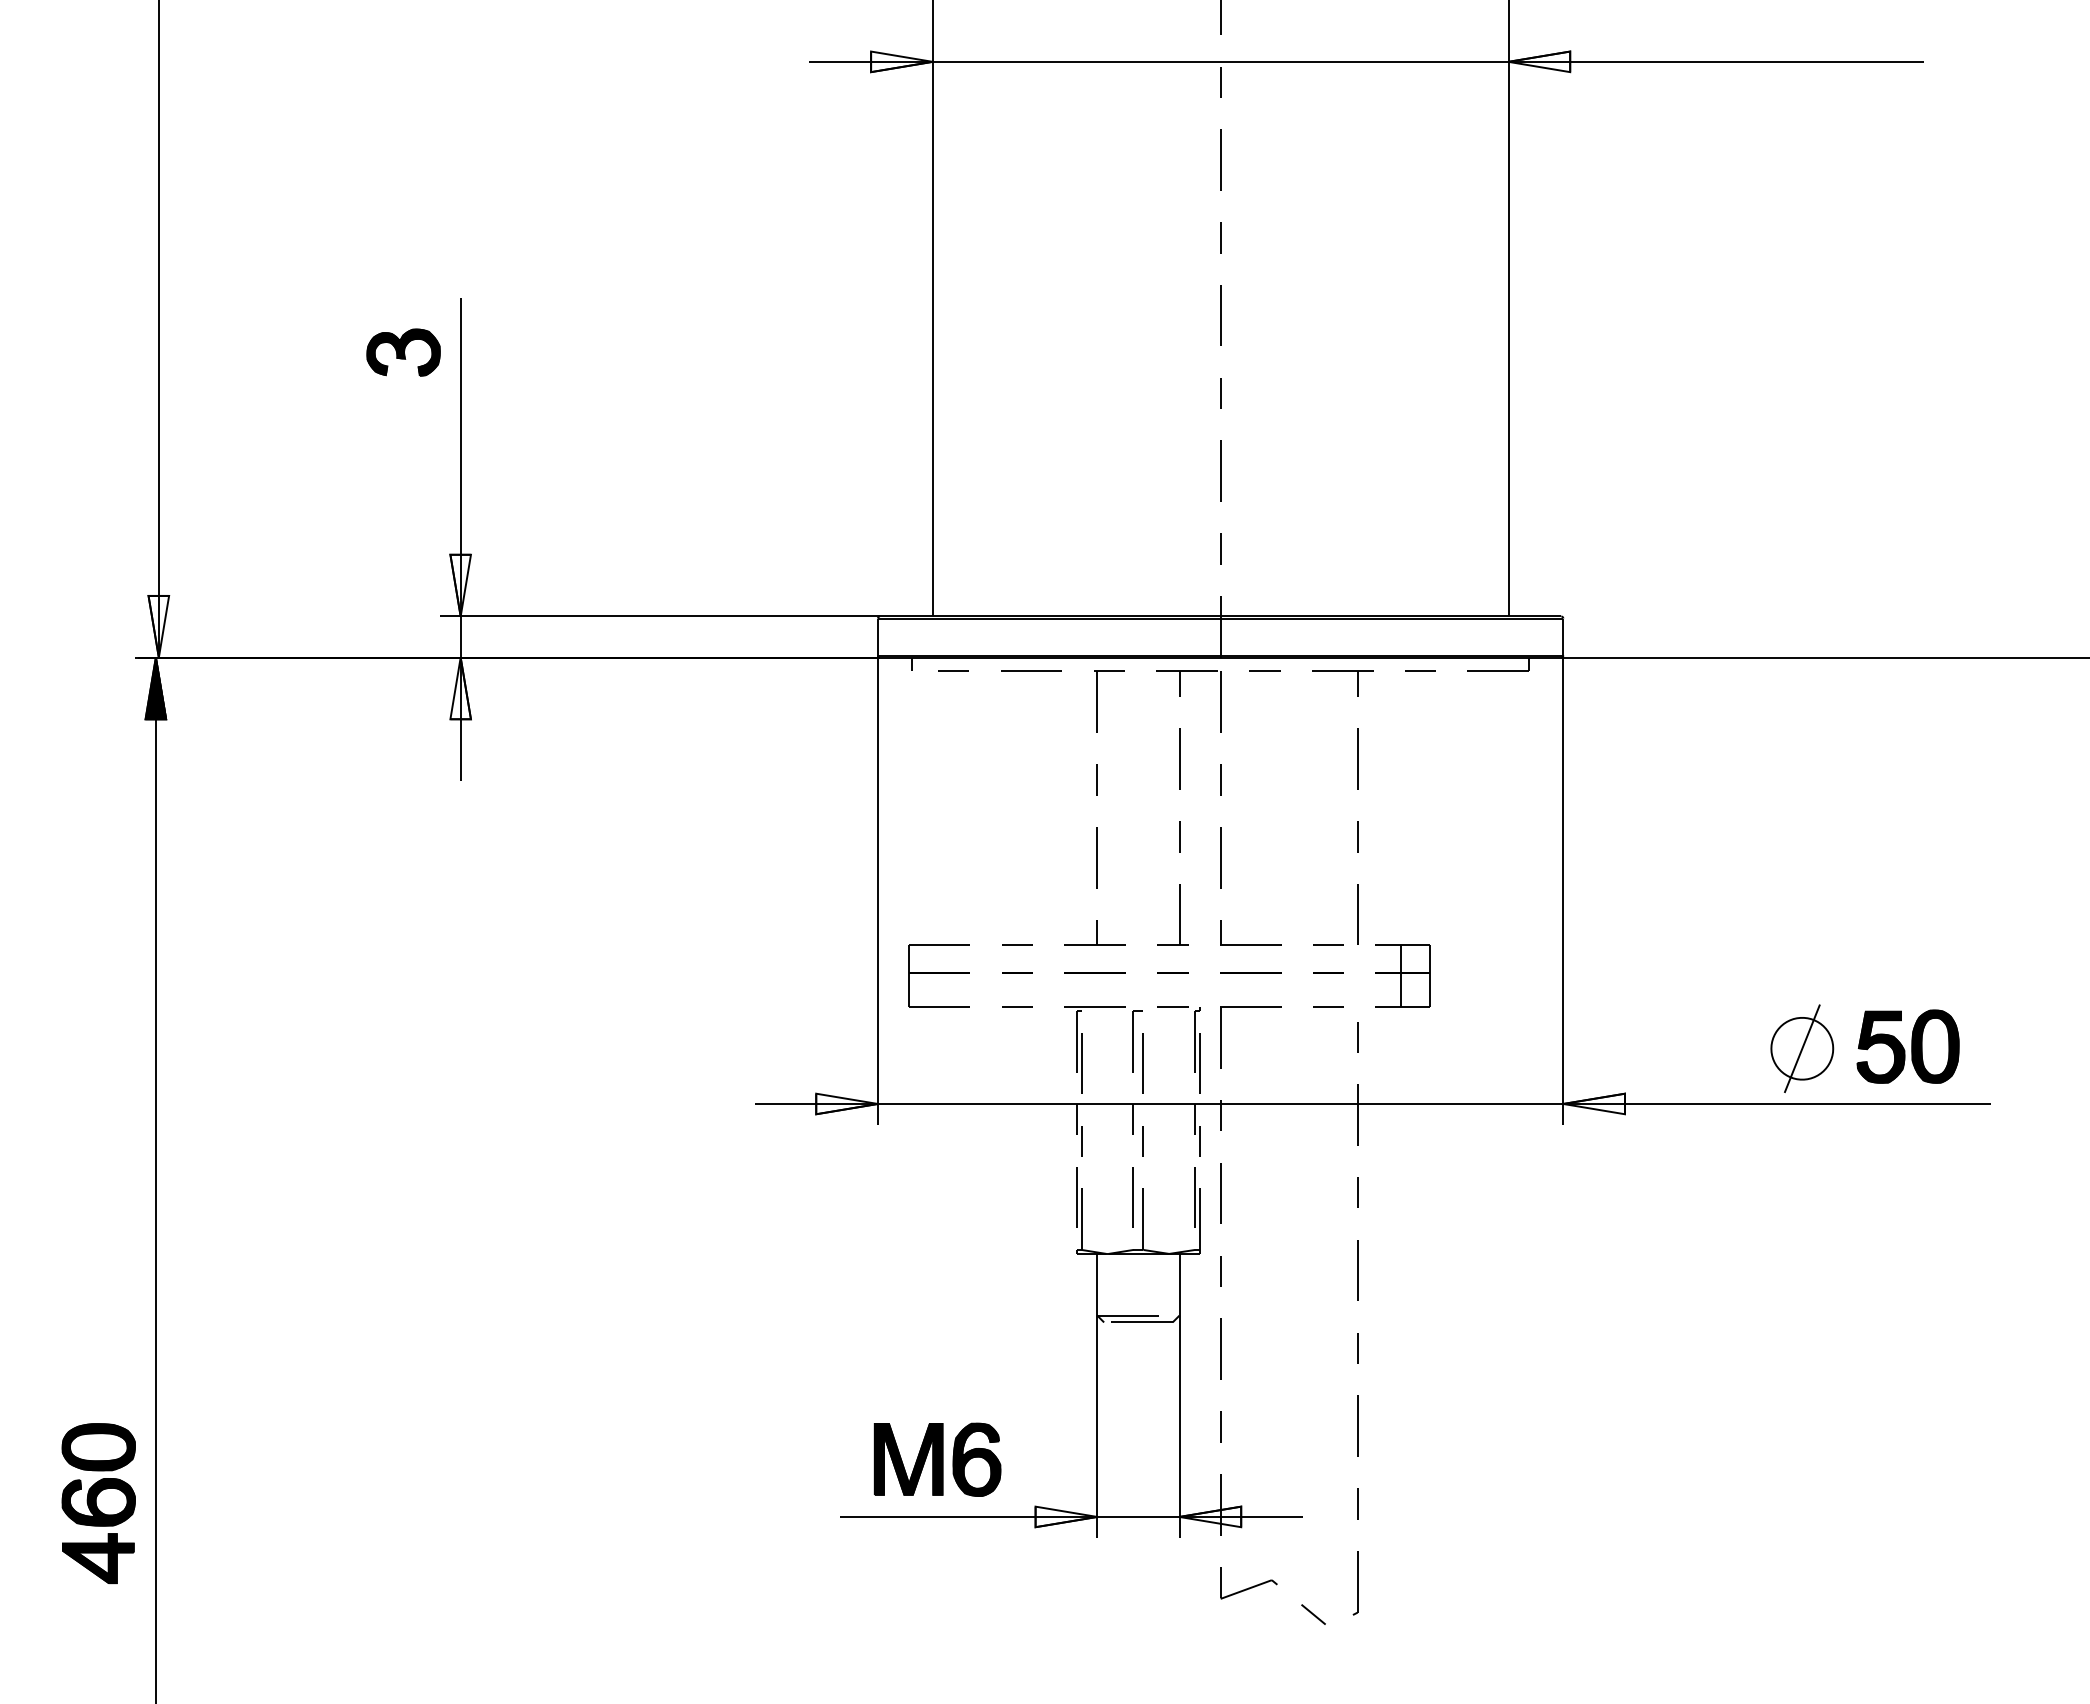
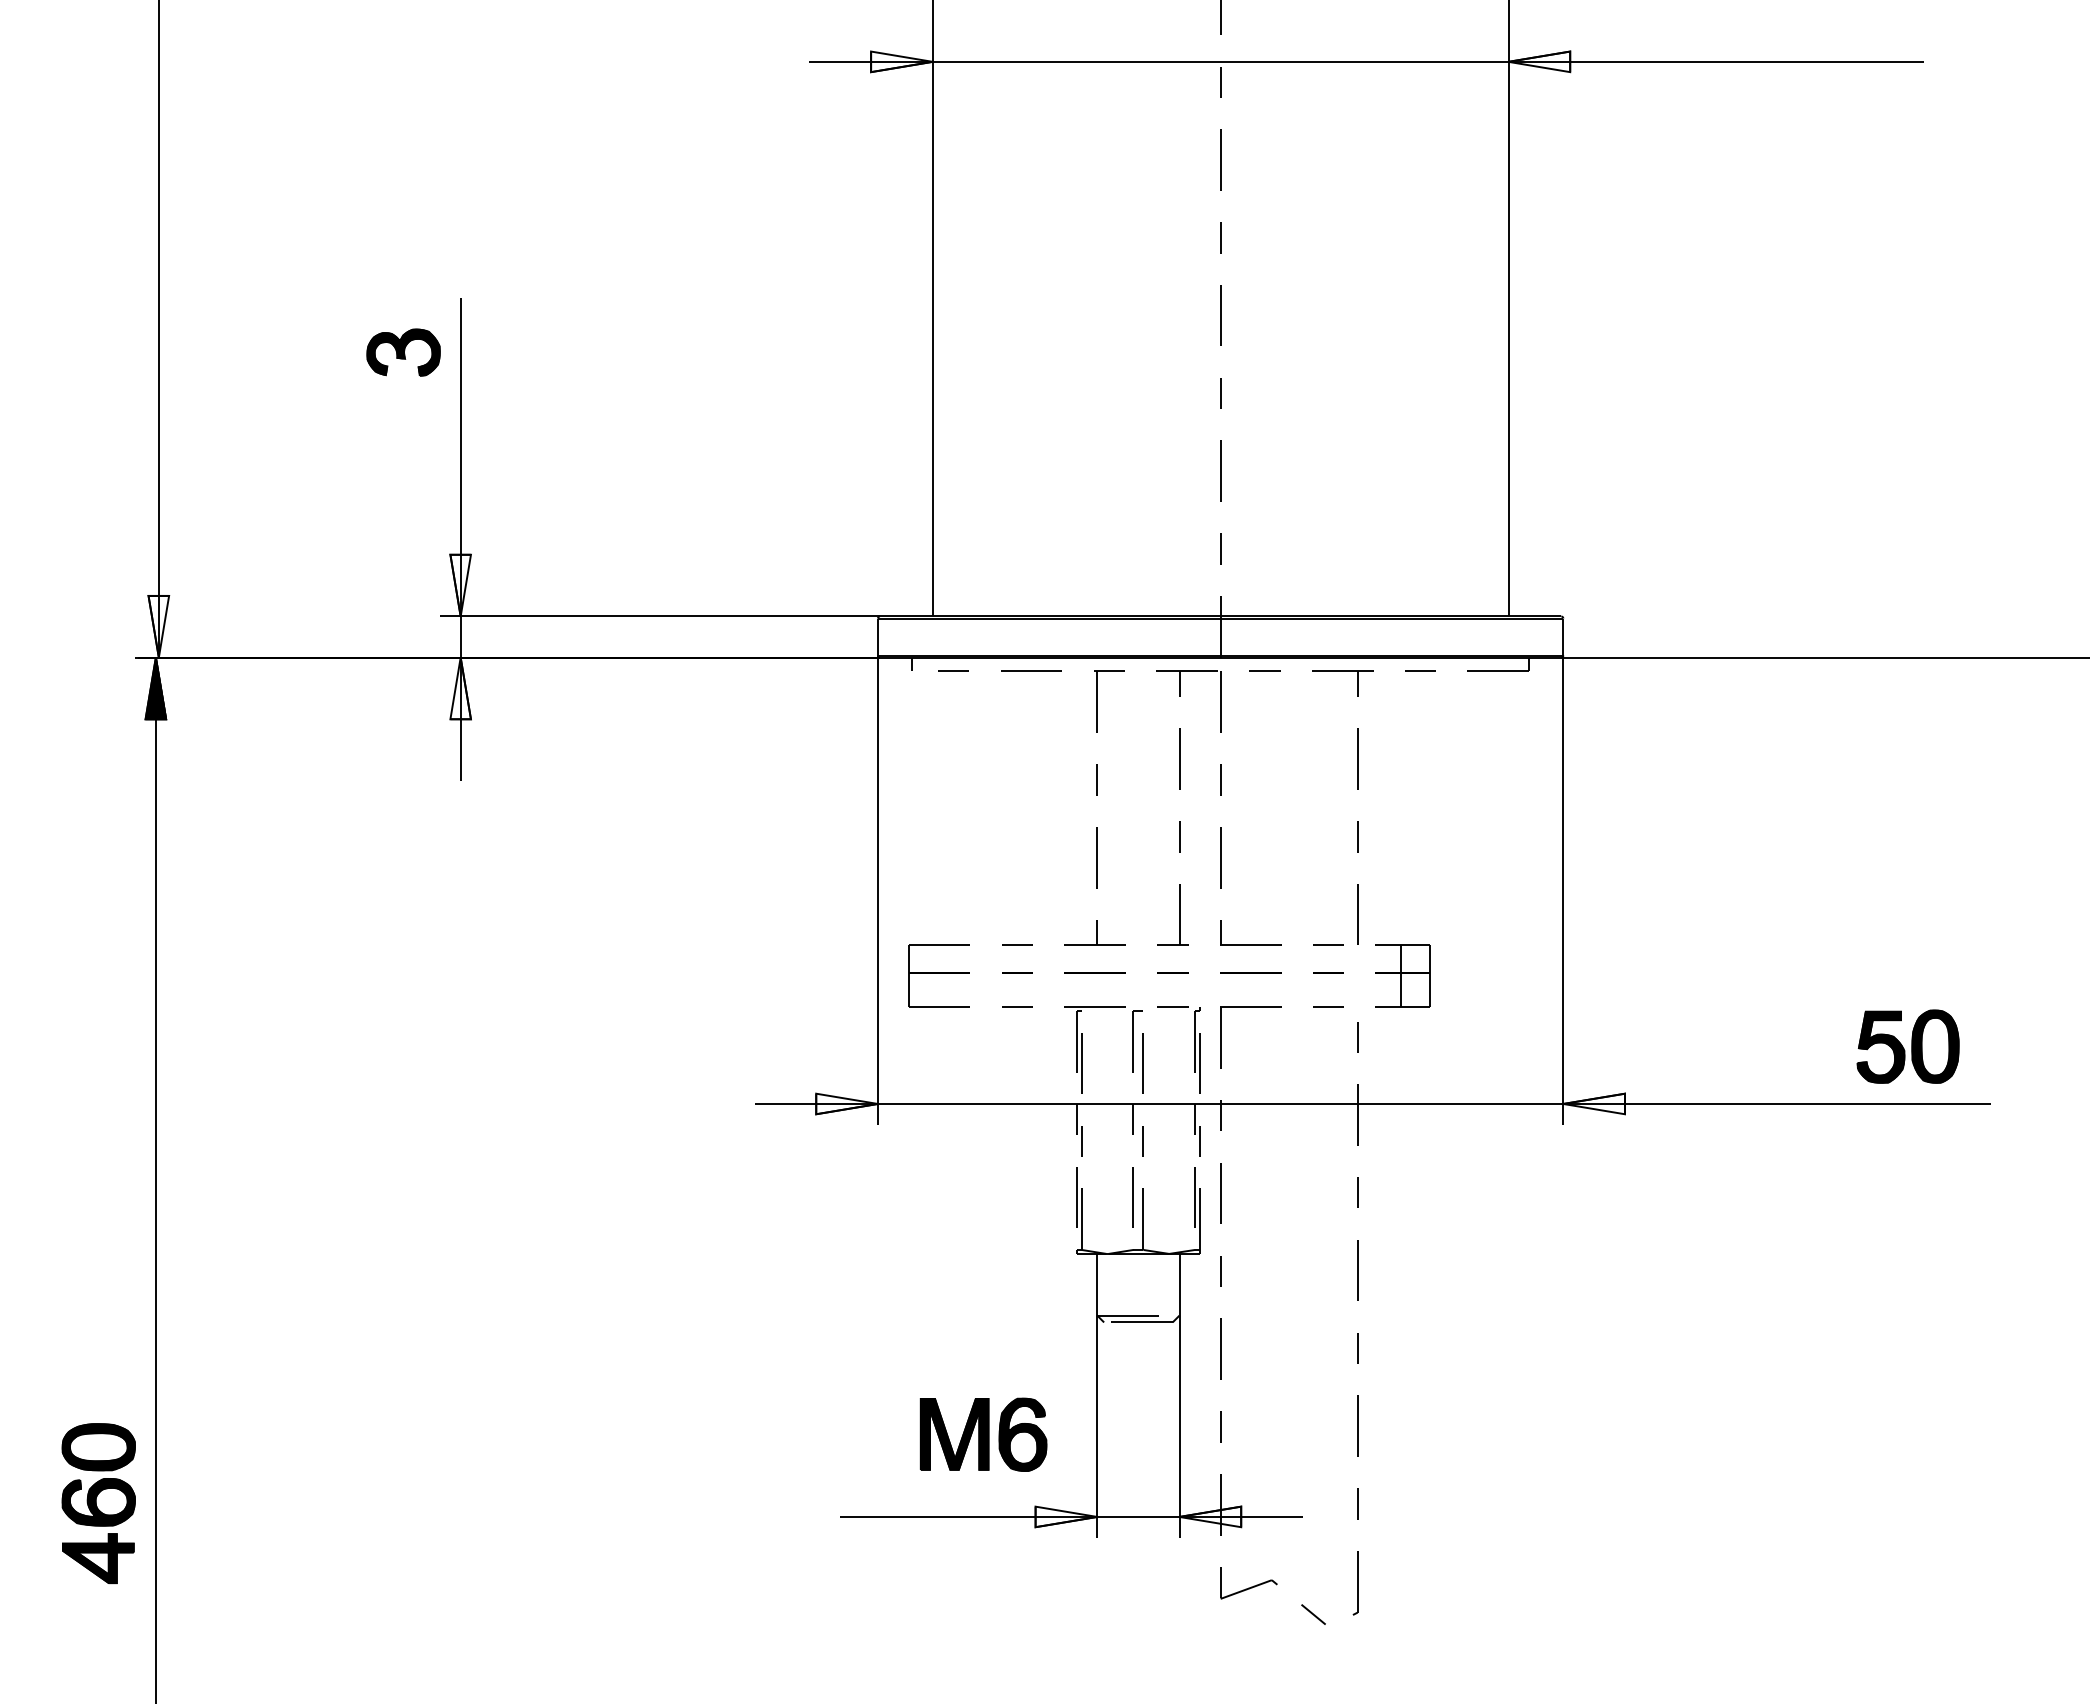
part at (1802, 1048): present -> none
part at (937, 1459) position: (937, 1459) -> (983, 1434)
